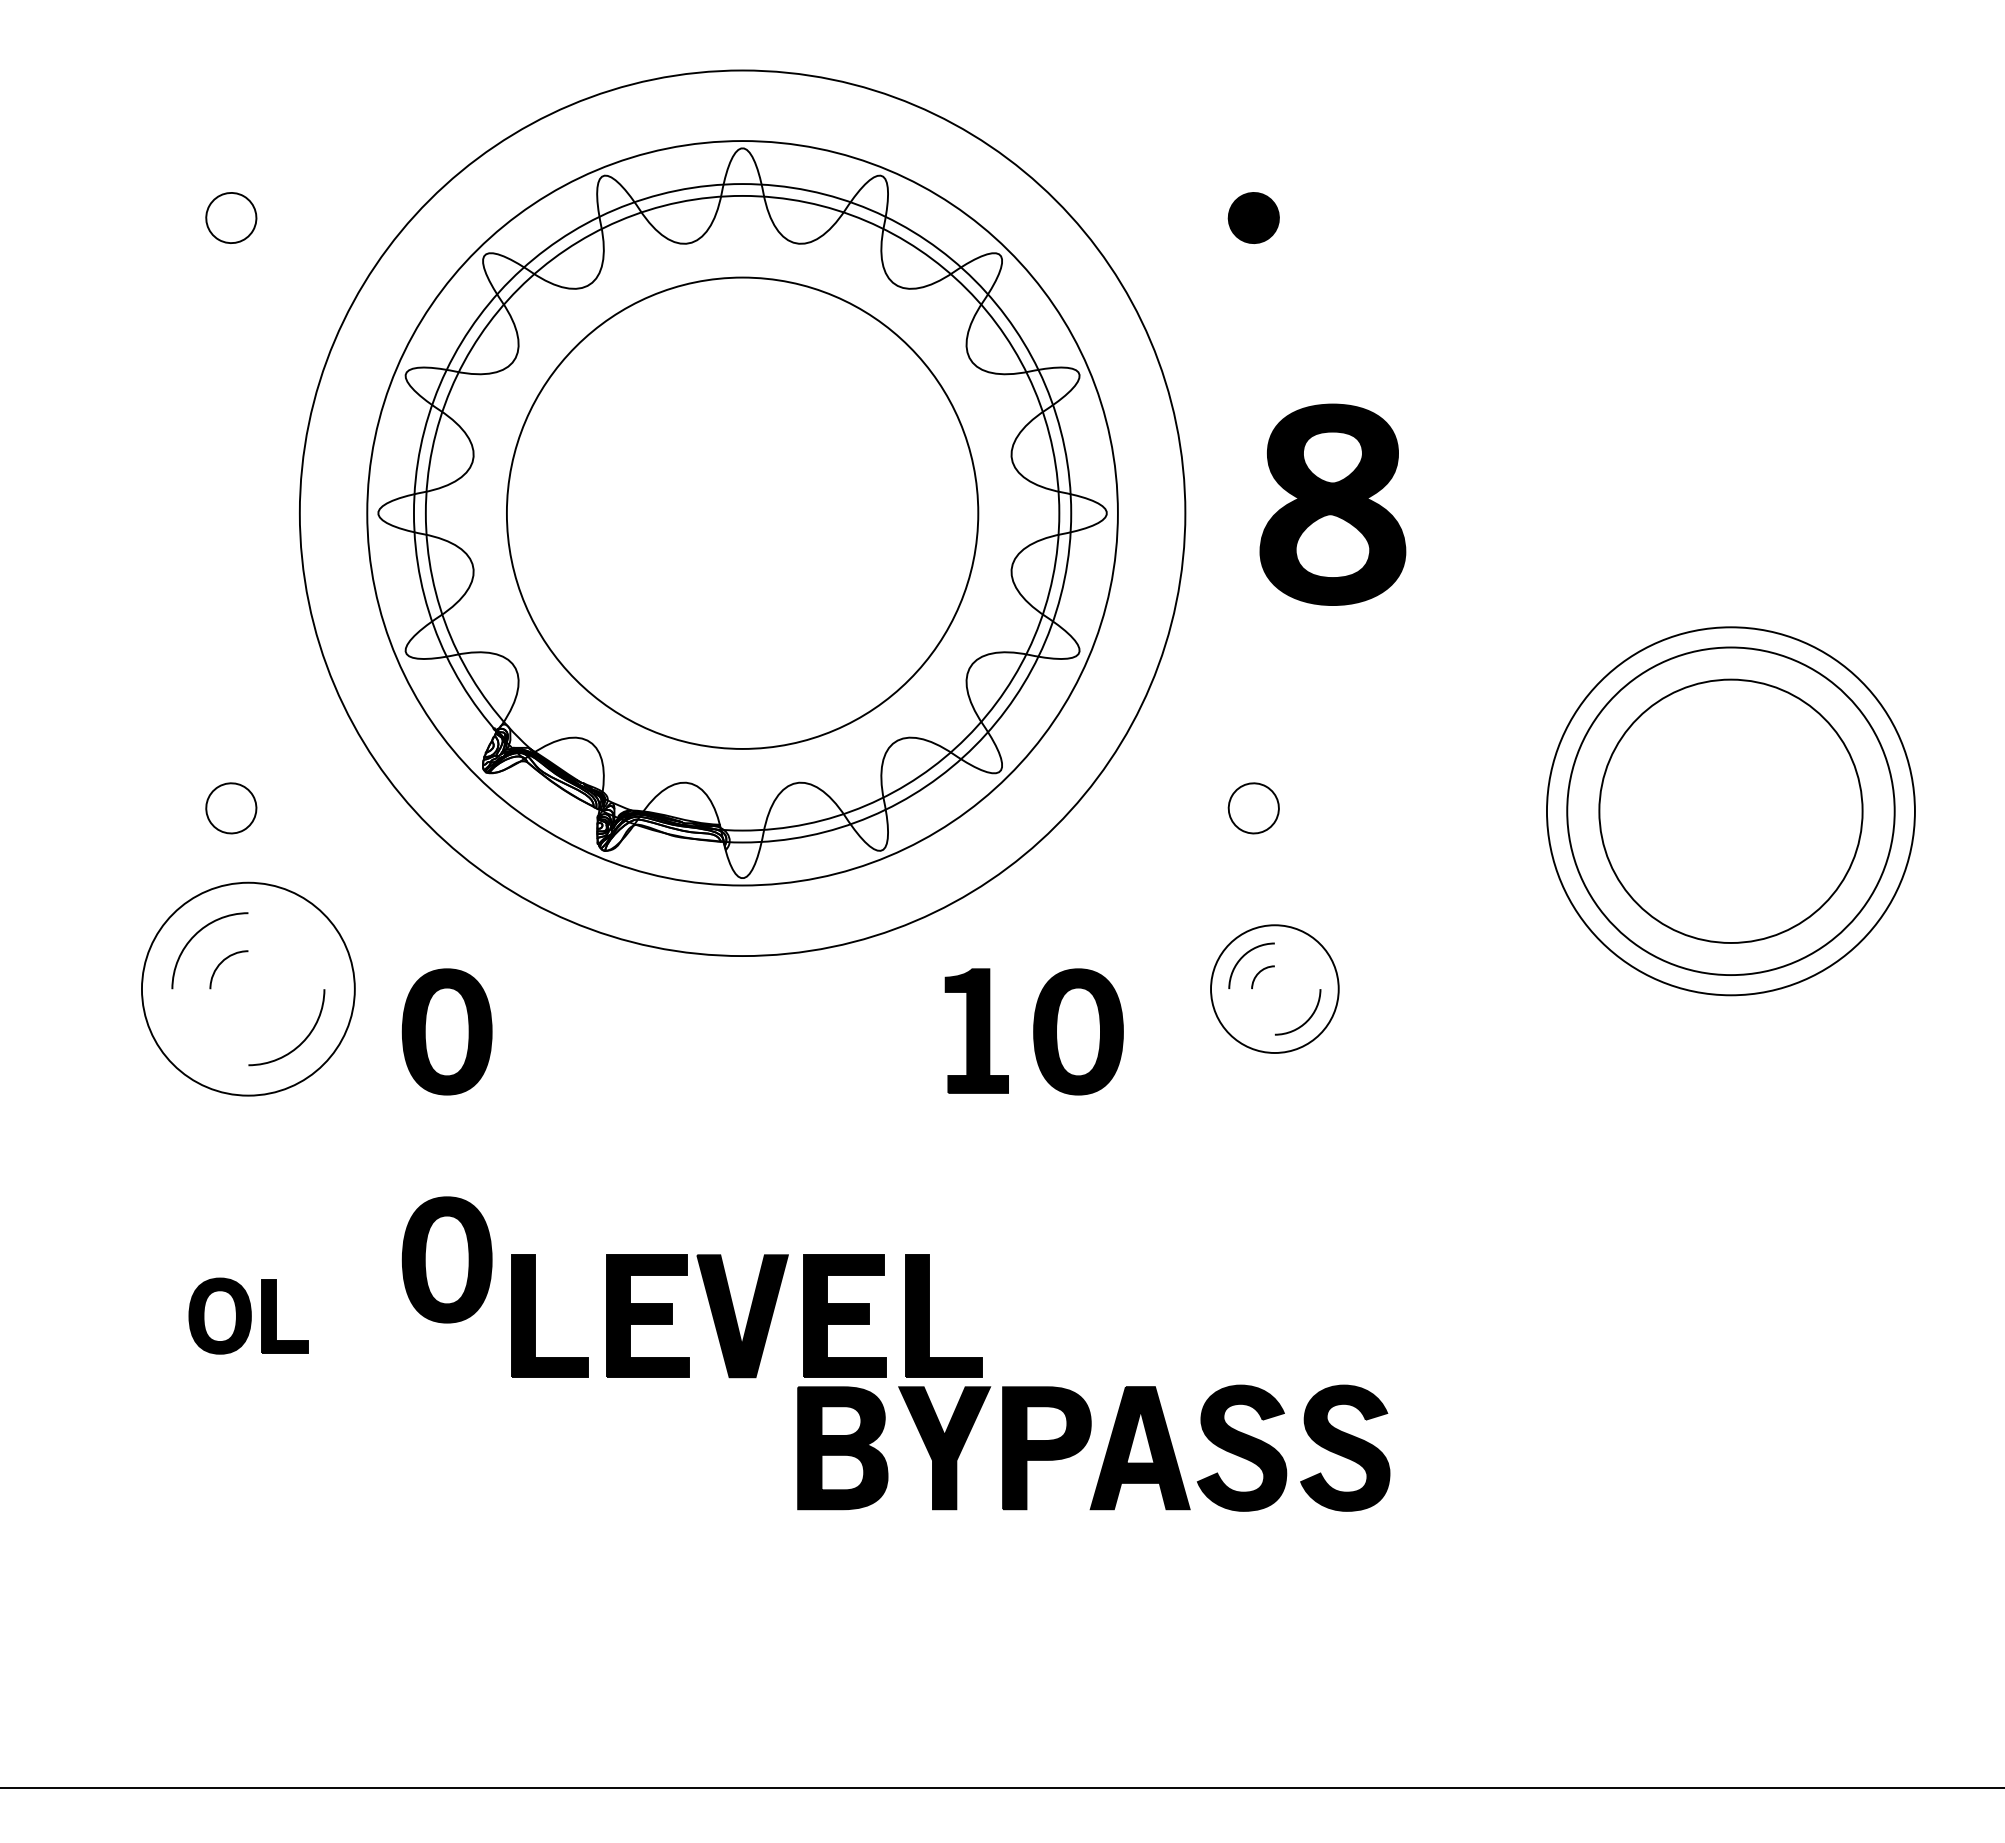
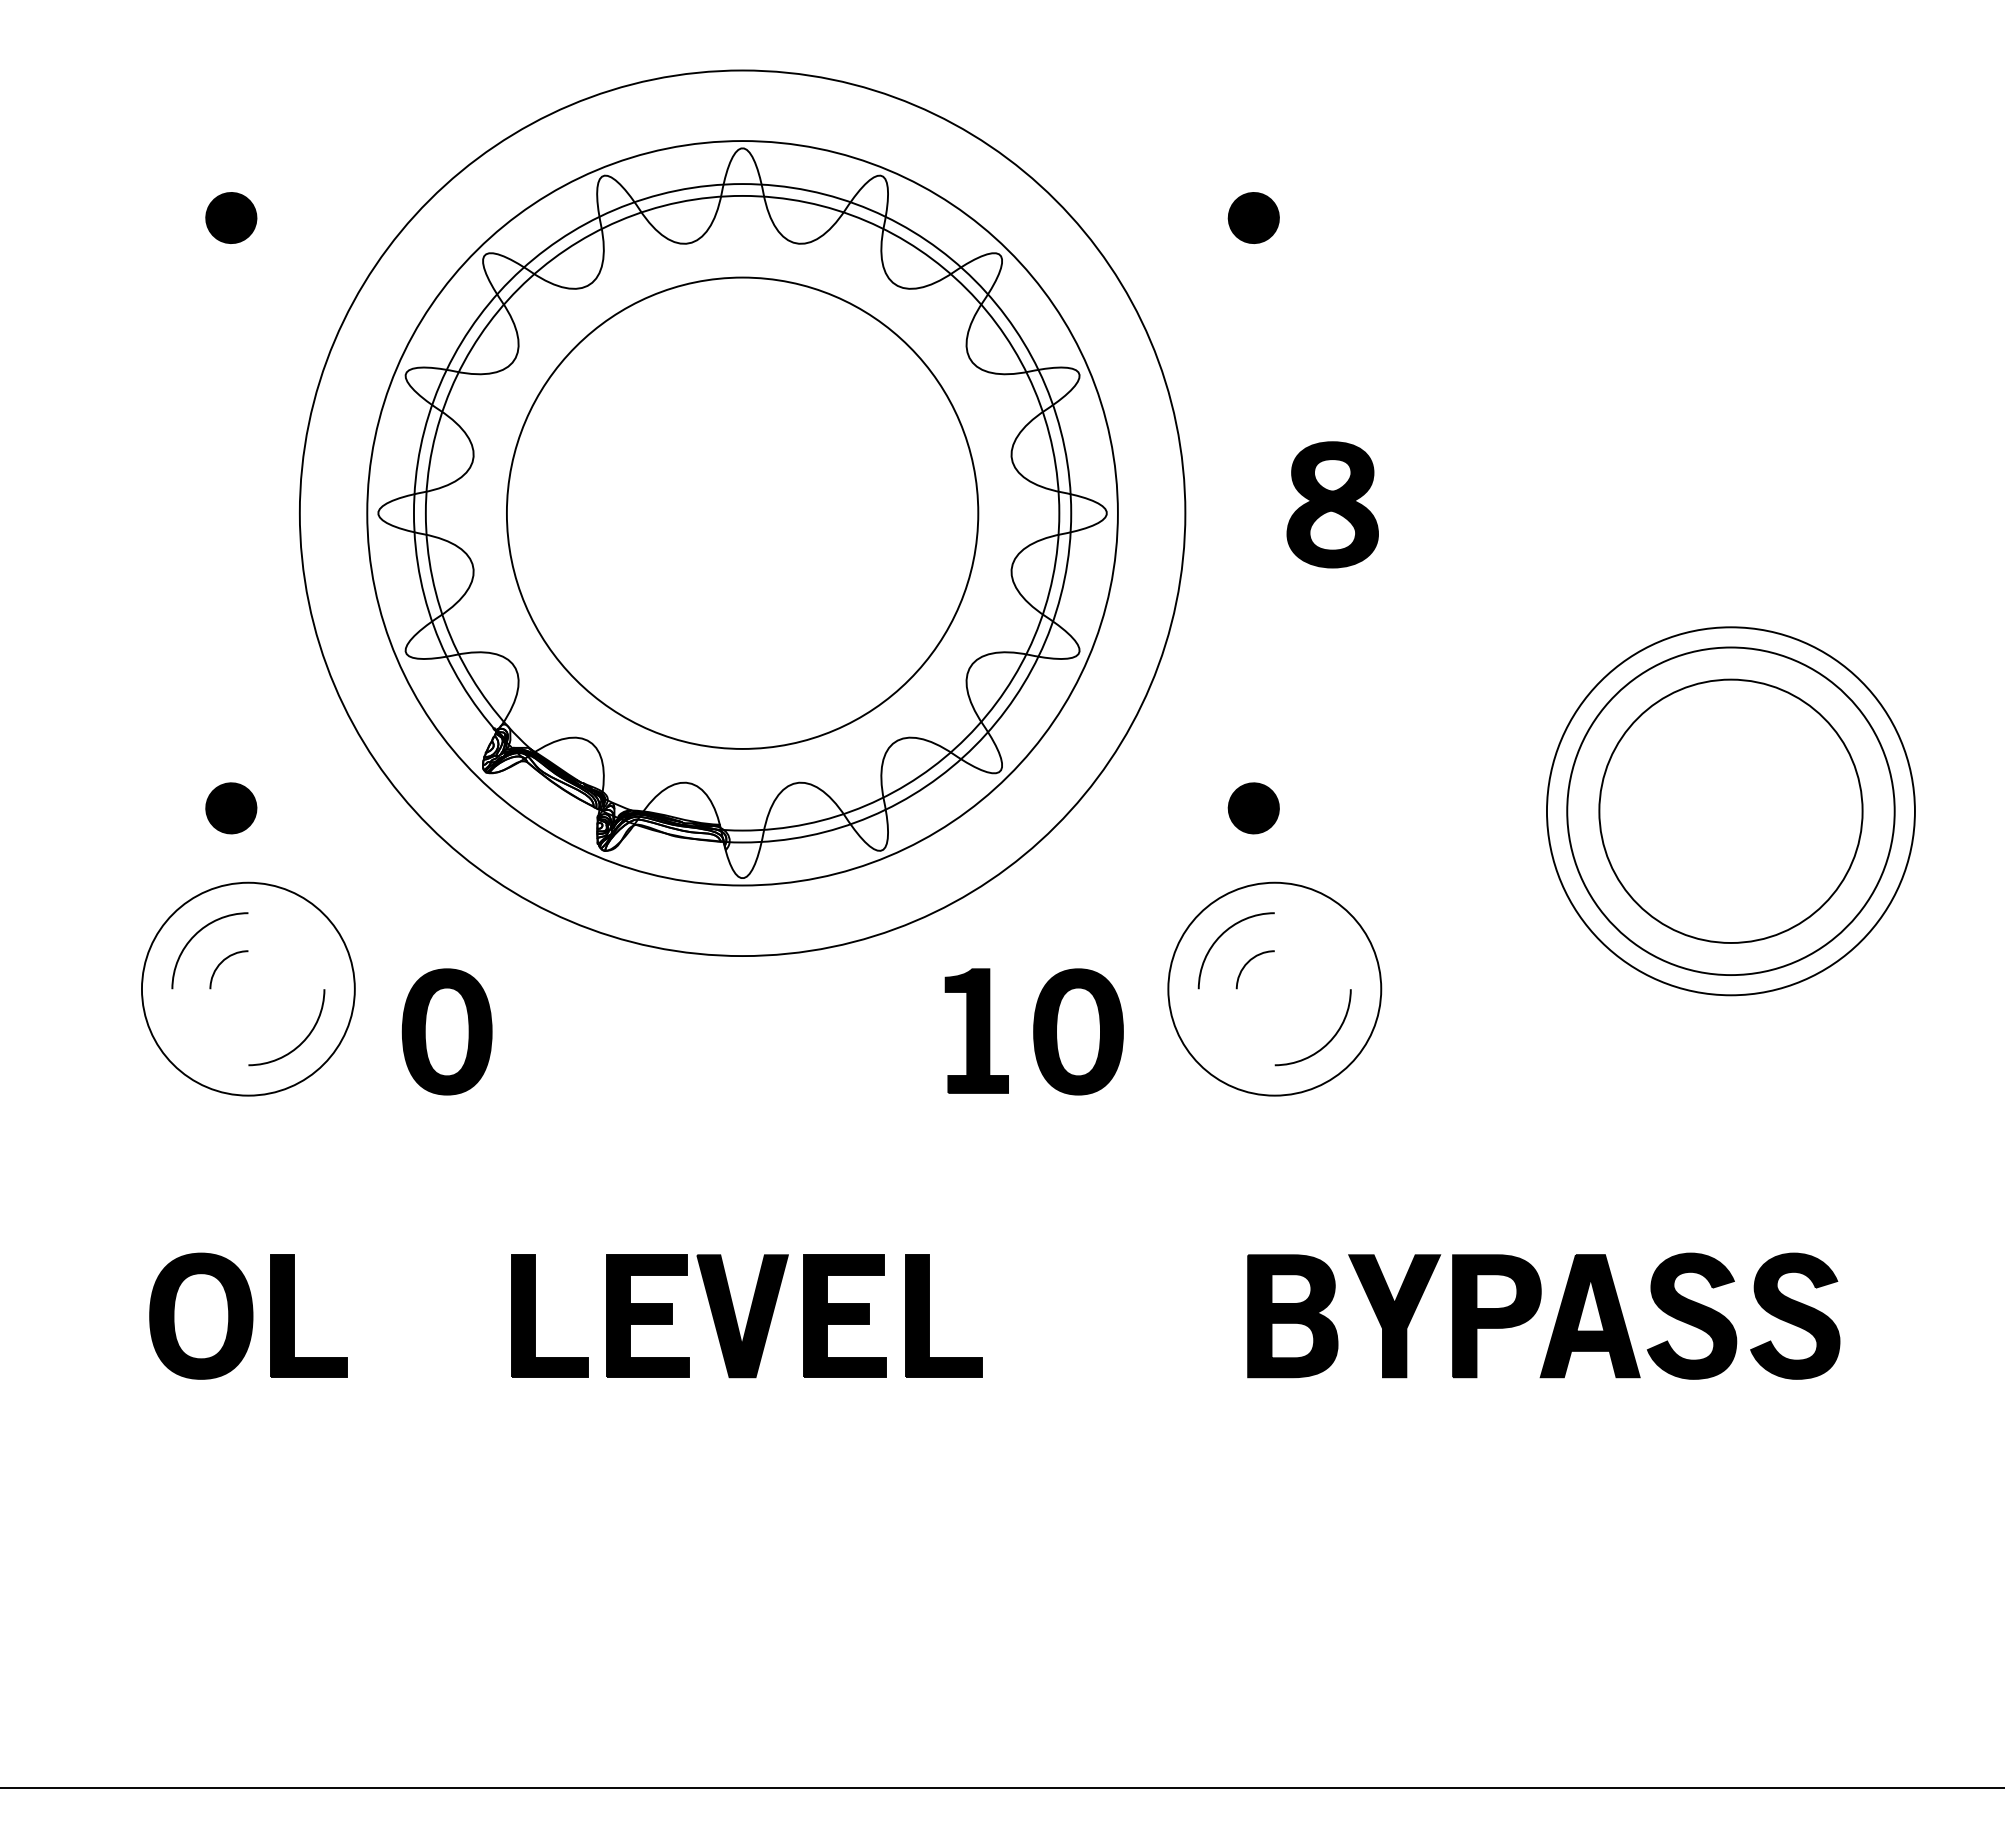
fill at (231, 218): none -> present
part at (1332, 504) size: 148x203 px -> 93x128 px
fill at (231, 808): none -> present
fill at (1253, 808): none -> present
part at (1274, 988) size: 130x130 px -> 216x216 px
part at (446, 1259): present -> none
part at (248, 1315) size: 121x78 px -> 199x128 px
part at (1086, 1444) position: (1086, 1444) -> (1536, 1312)
